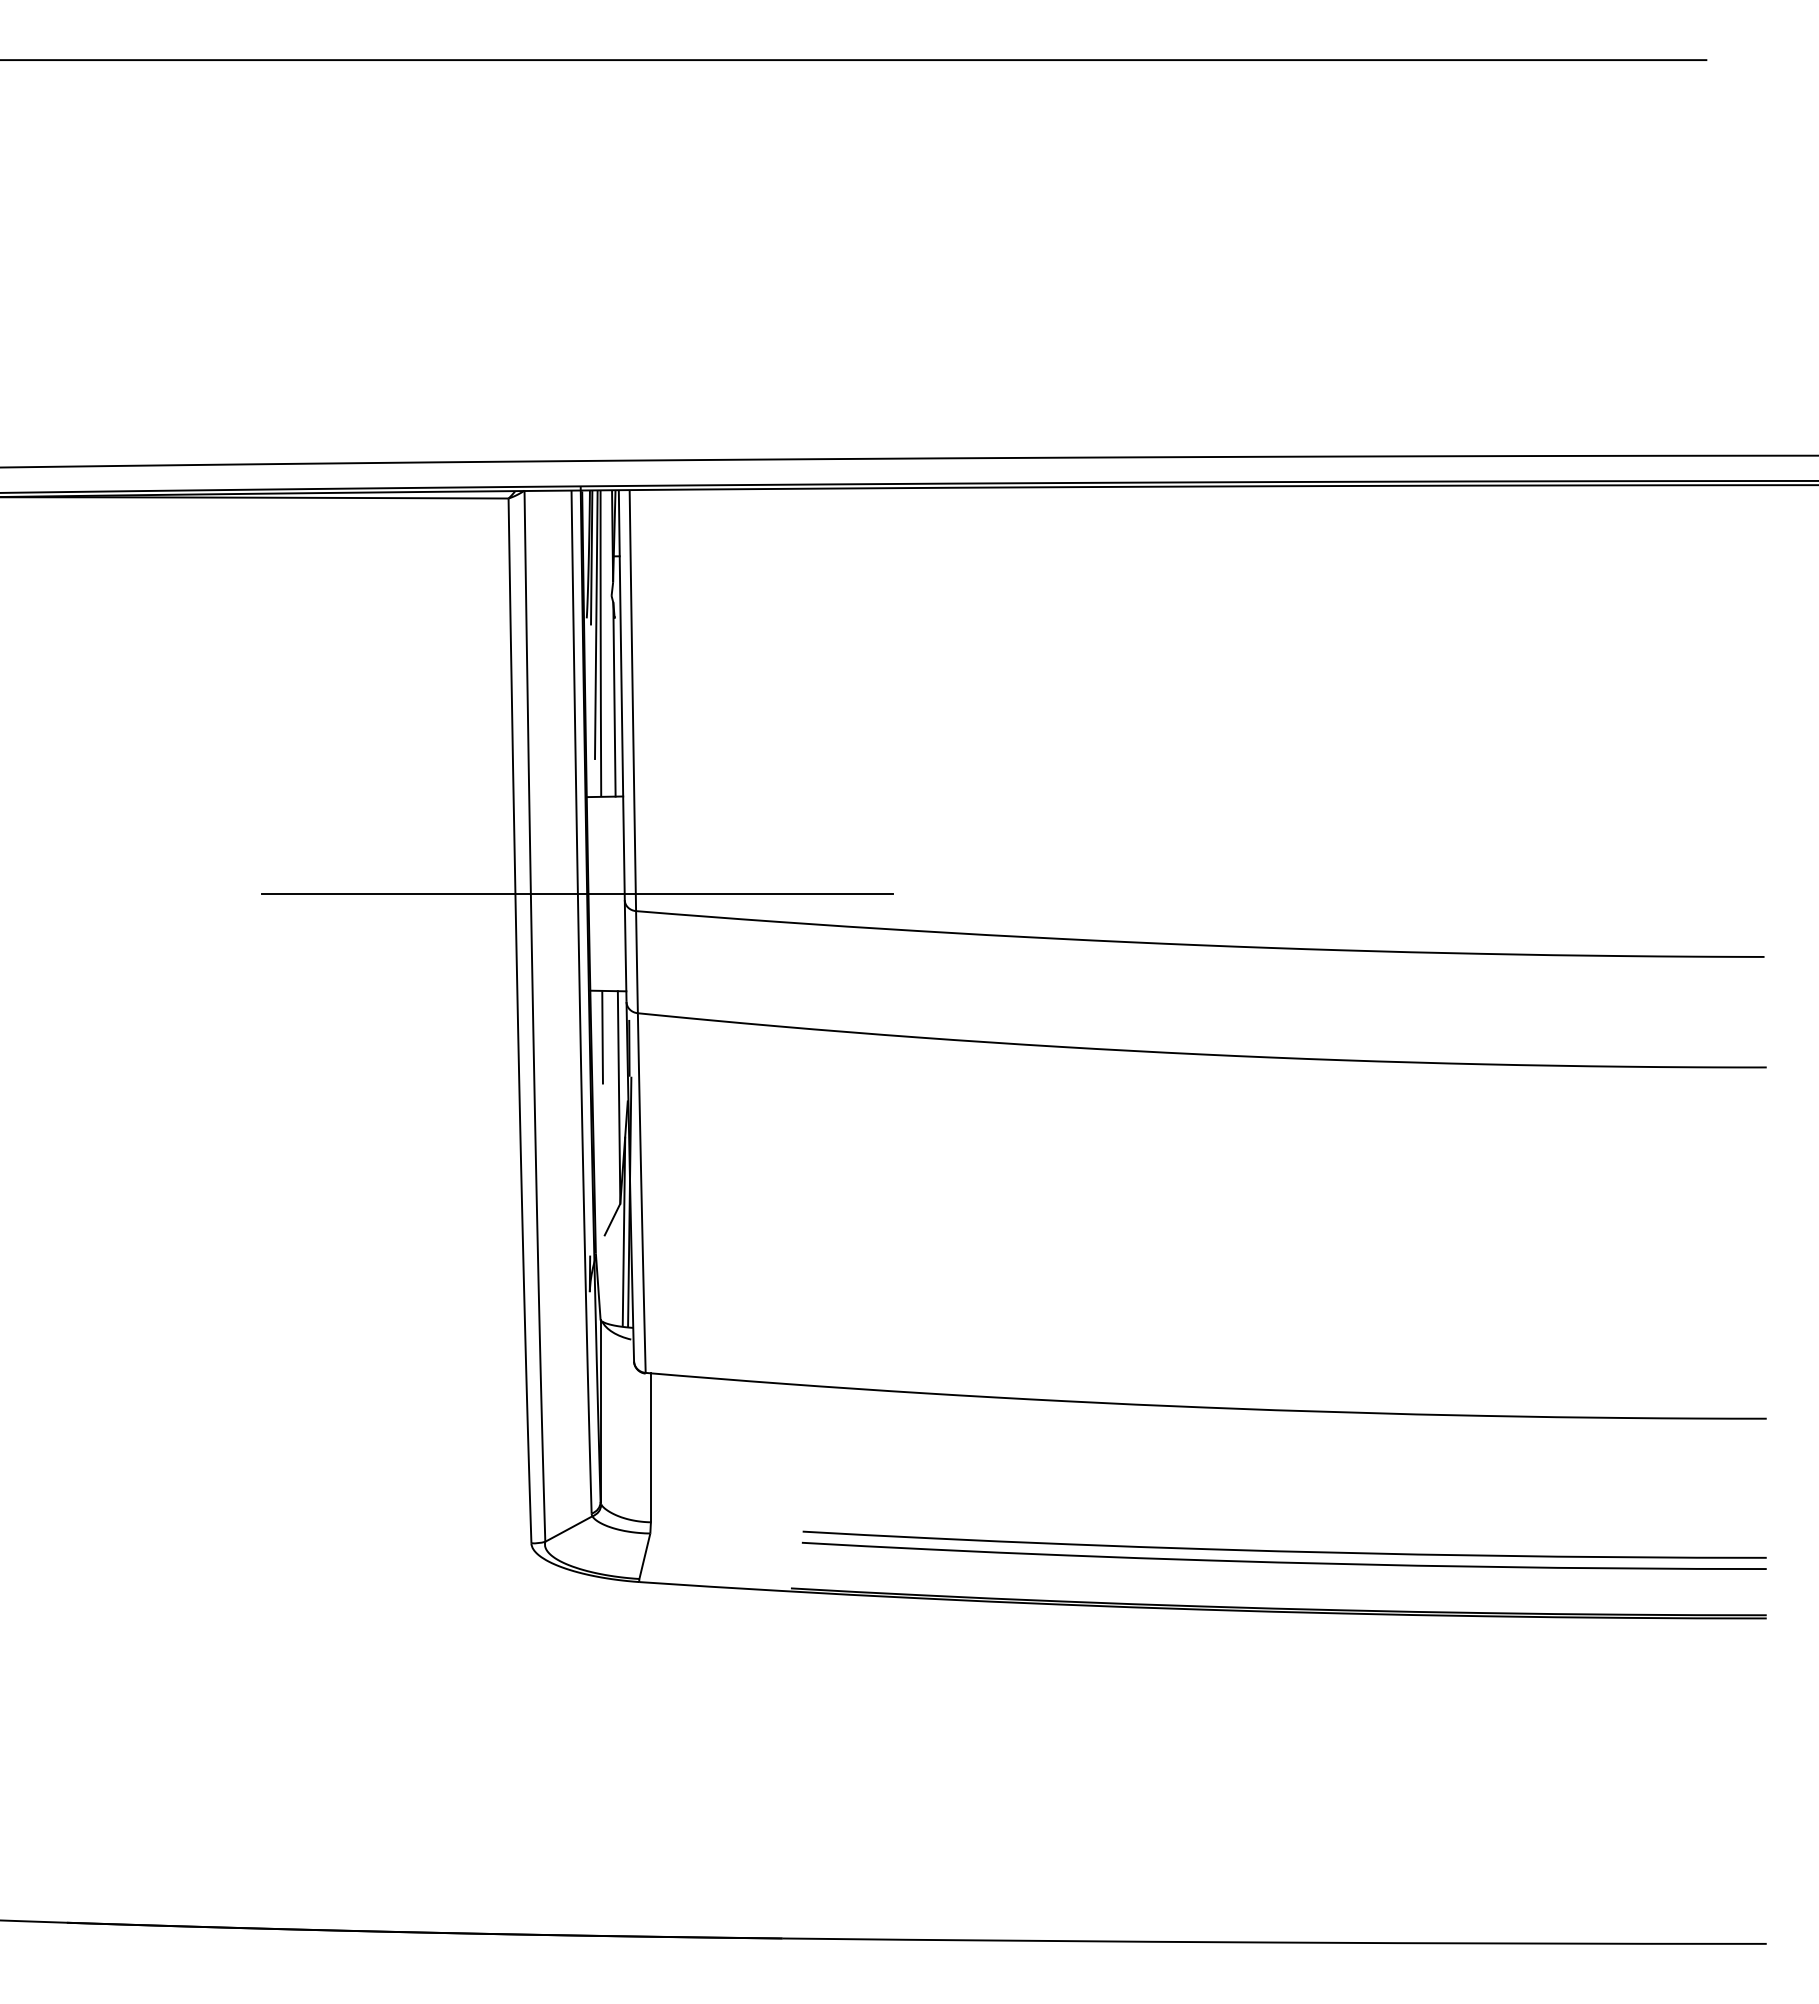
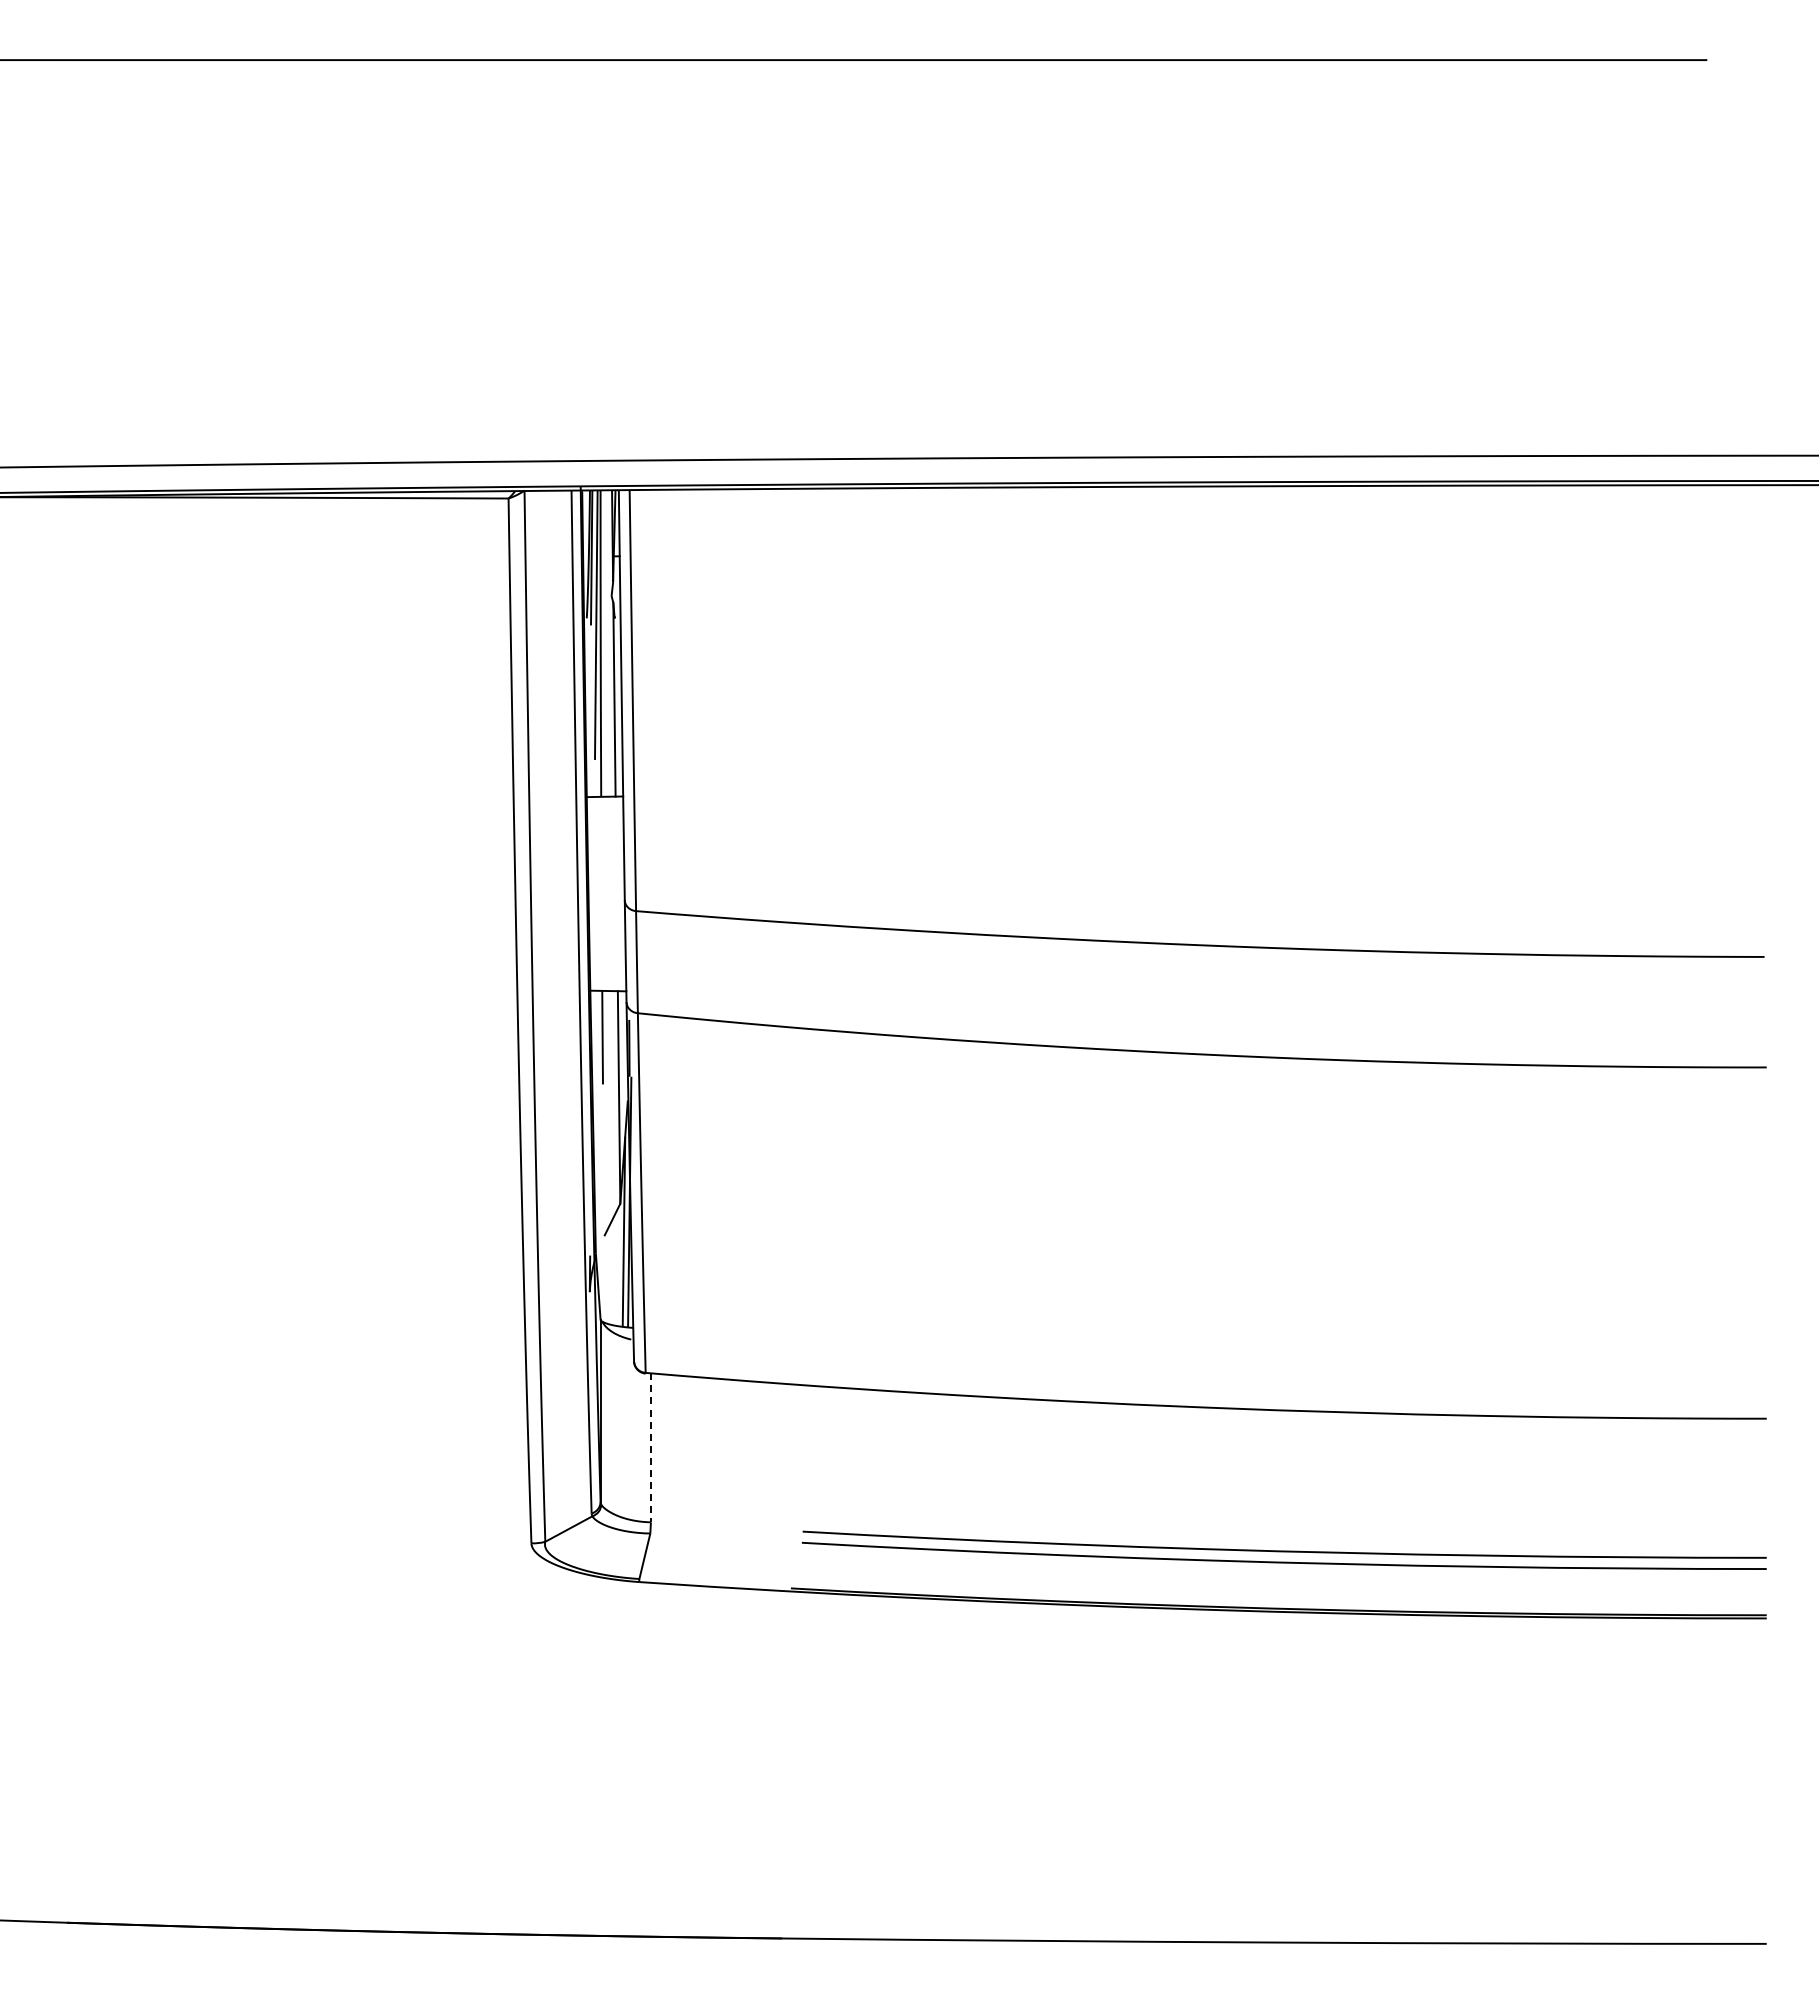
line at (577, 893): present -> none
line at (651, 1448): solid -> dashed
